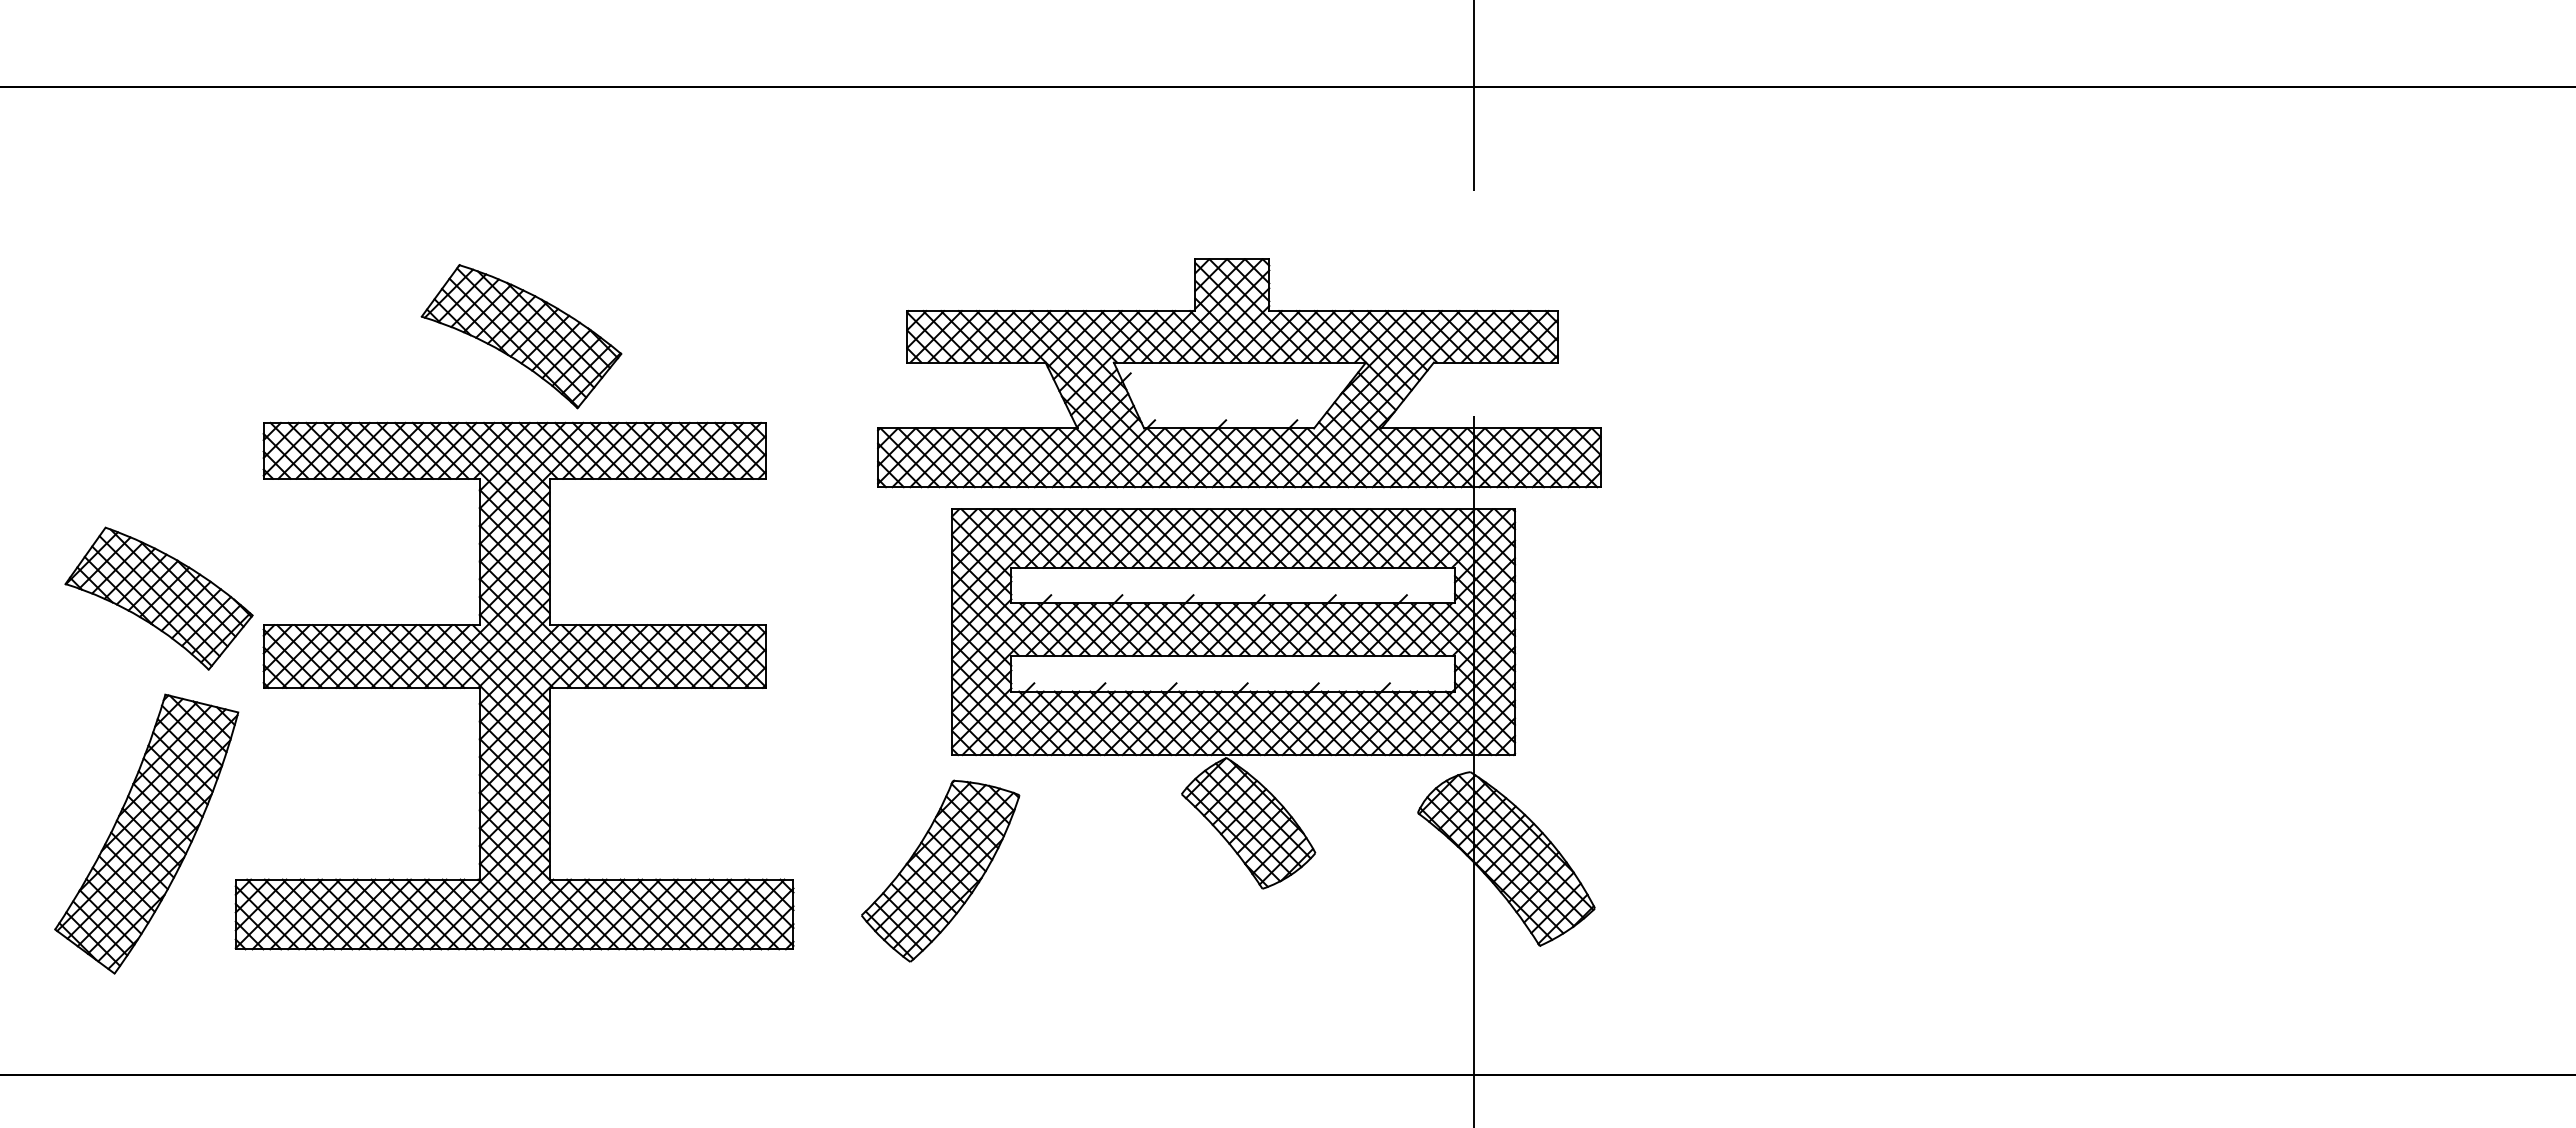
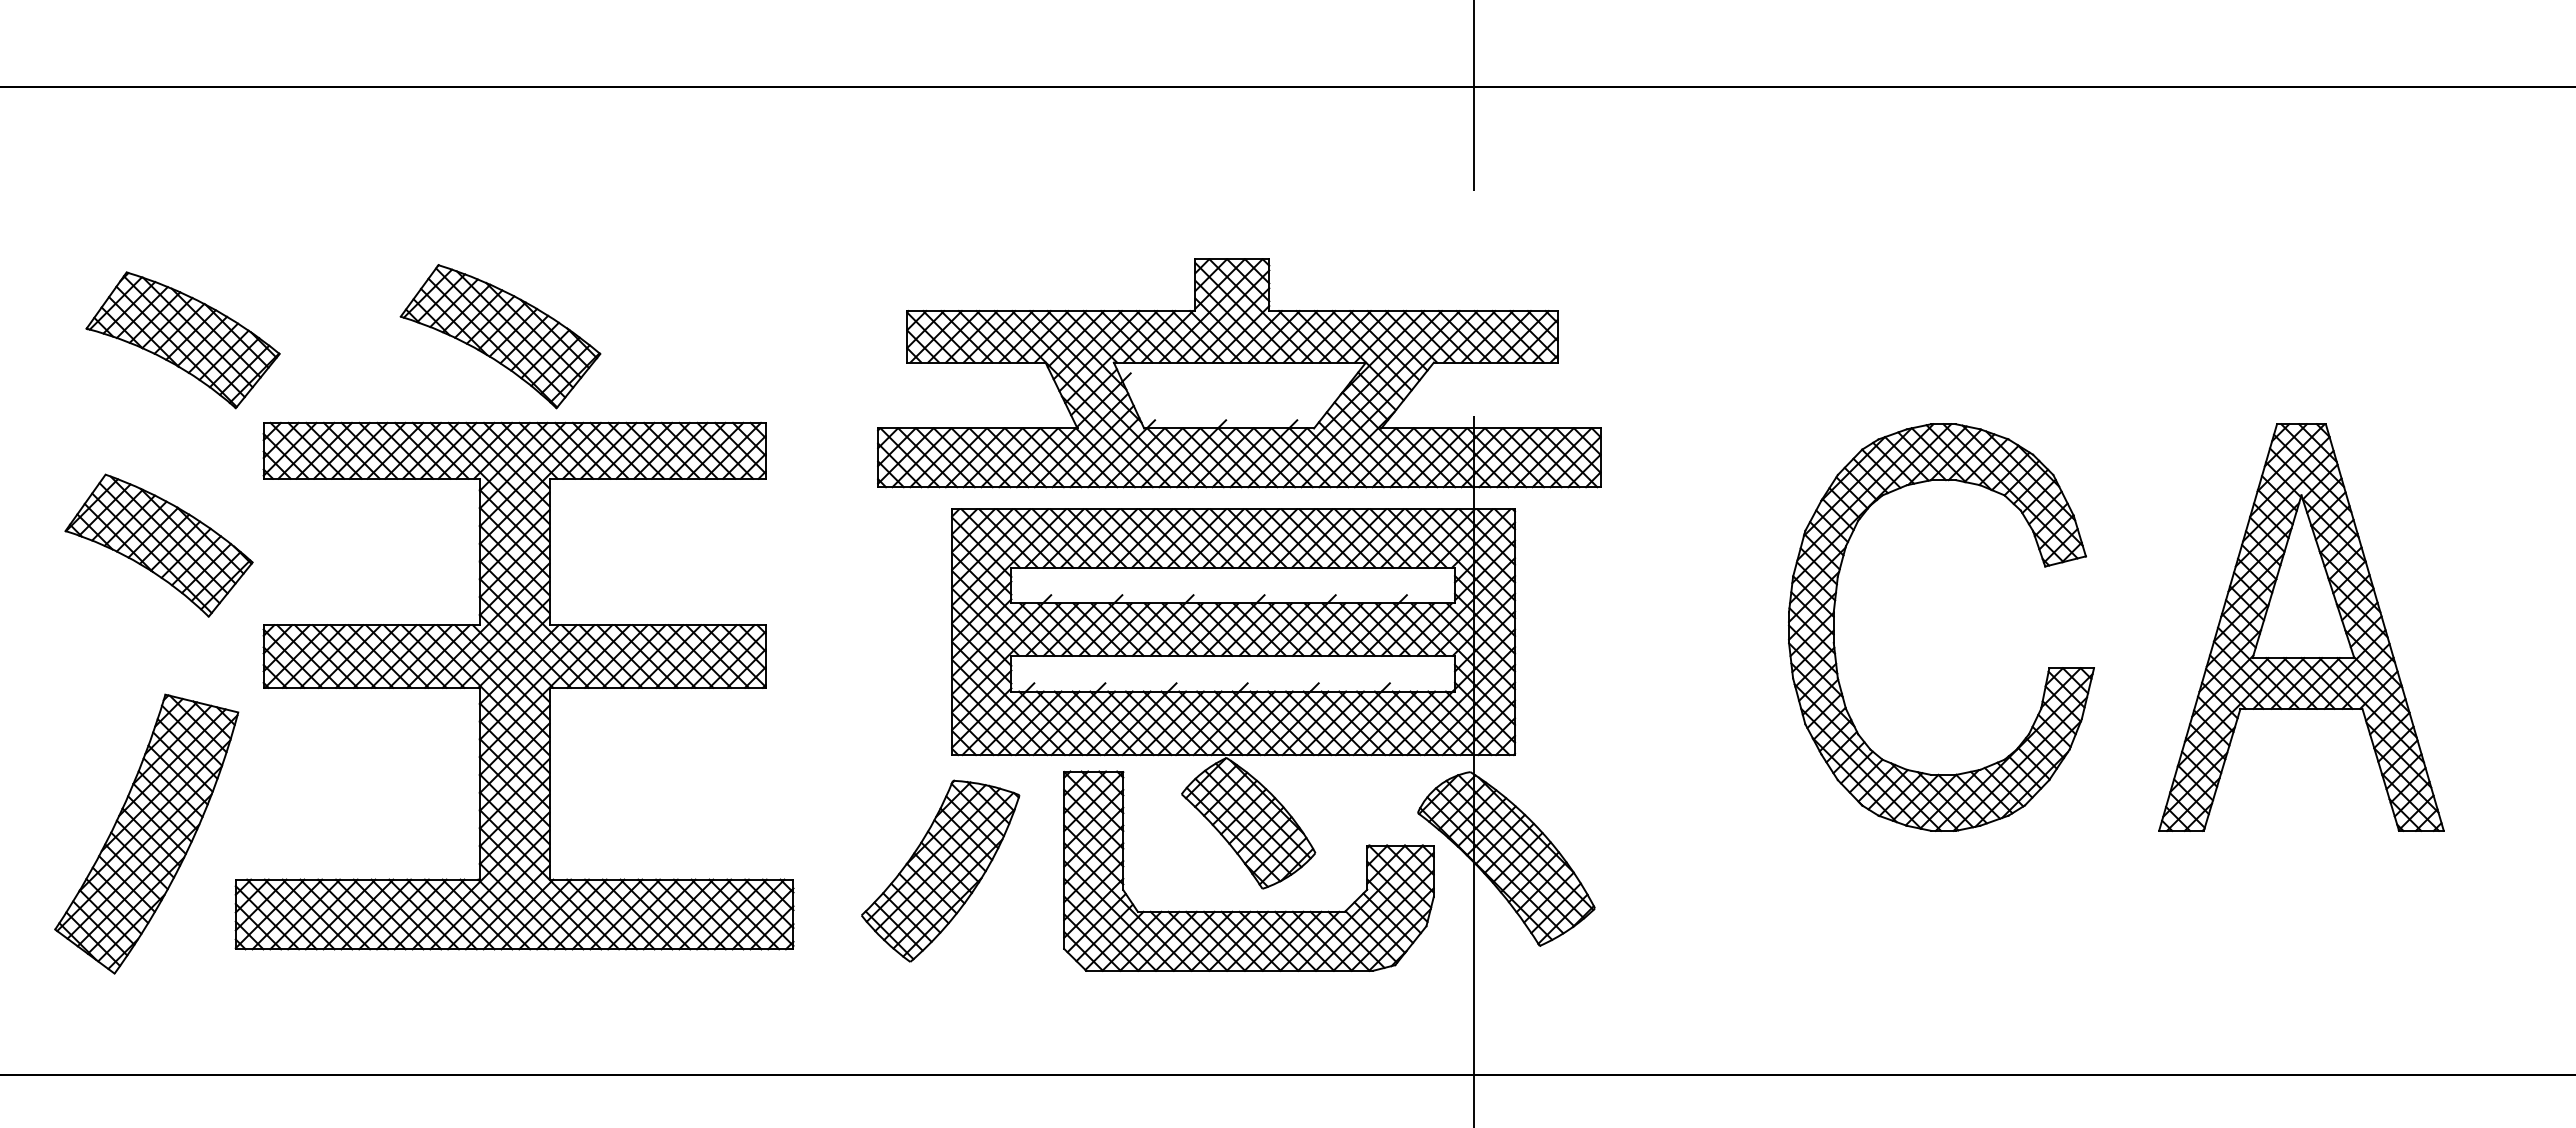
part at (521, 336) position: (521, 336) -> (500, 336)
part at (182, 340): none -> present
part at (158, 598) position: (158, 598) -> (158, 545)
part at (1834, 627): none -> present
part at (2301, 627): none -> present
part at (1250, 910): none -> present
